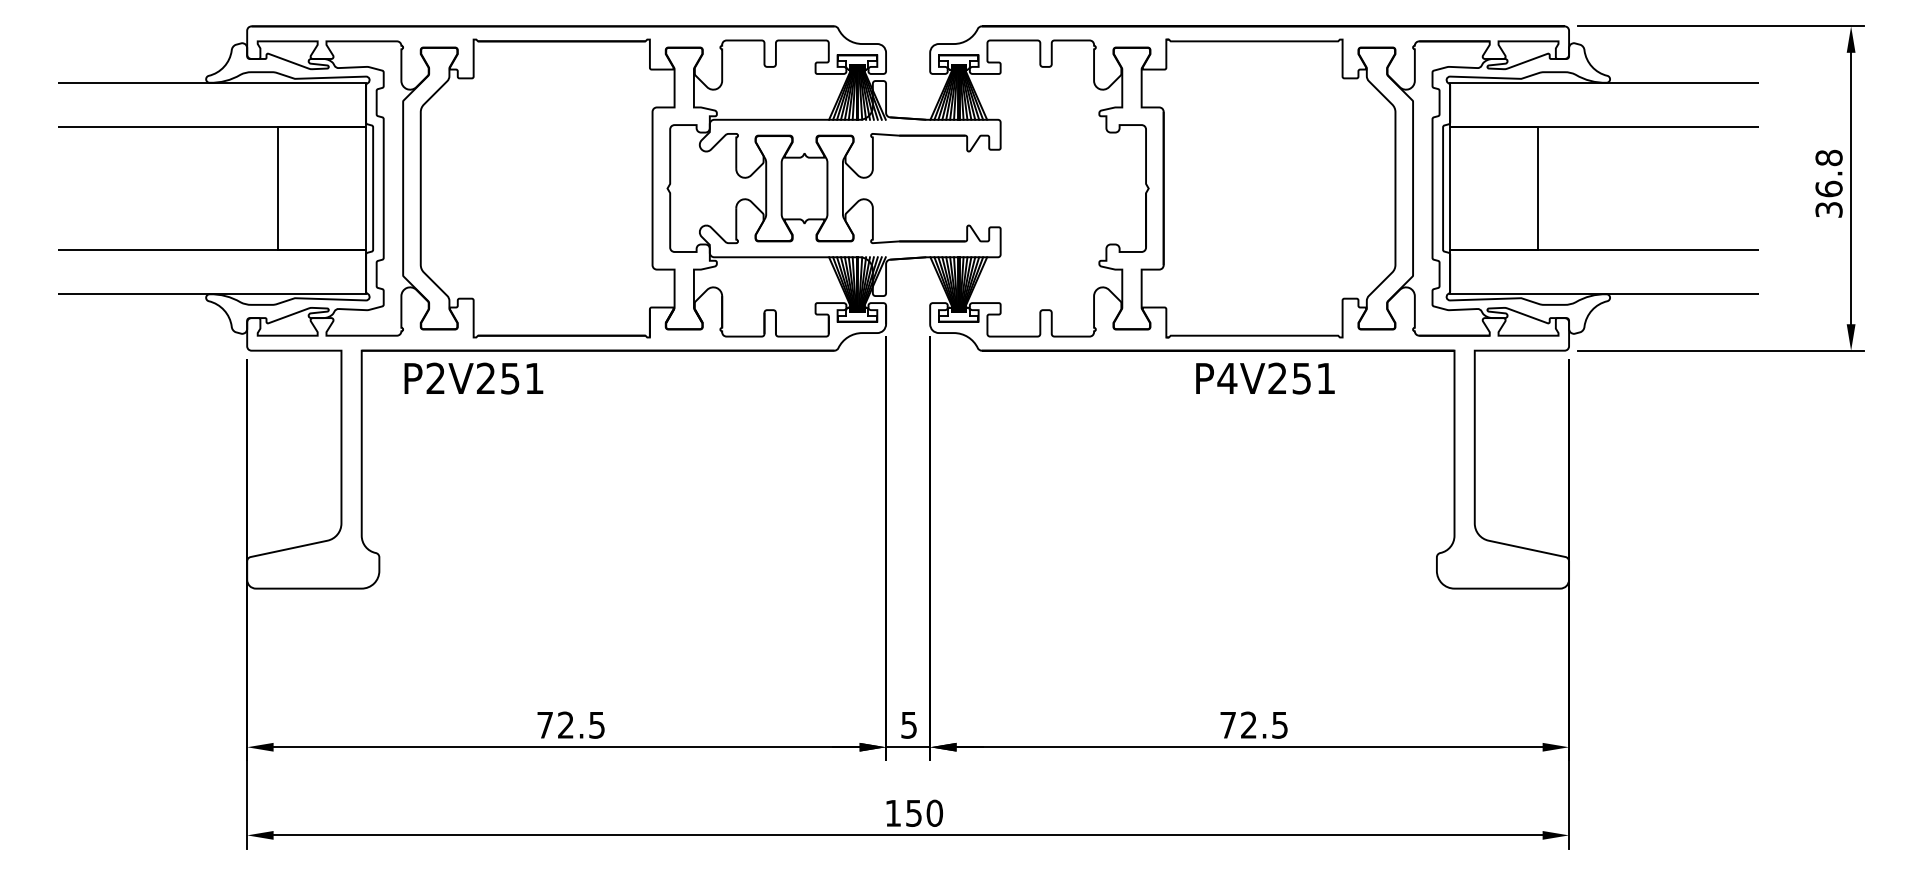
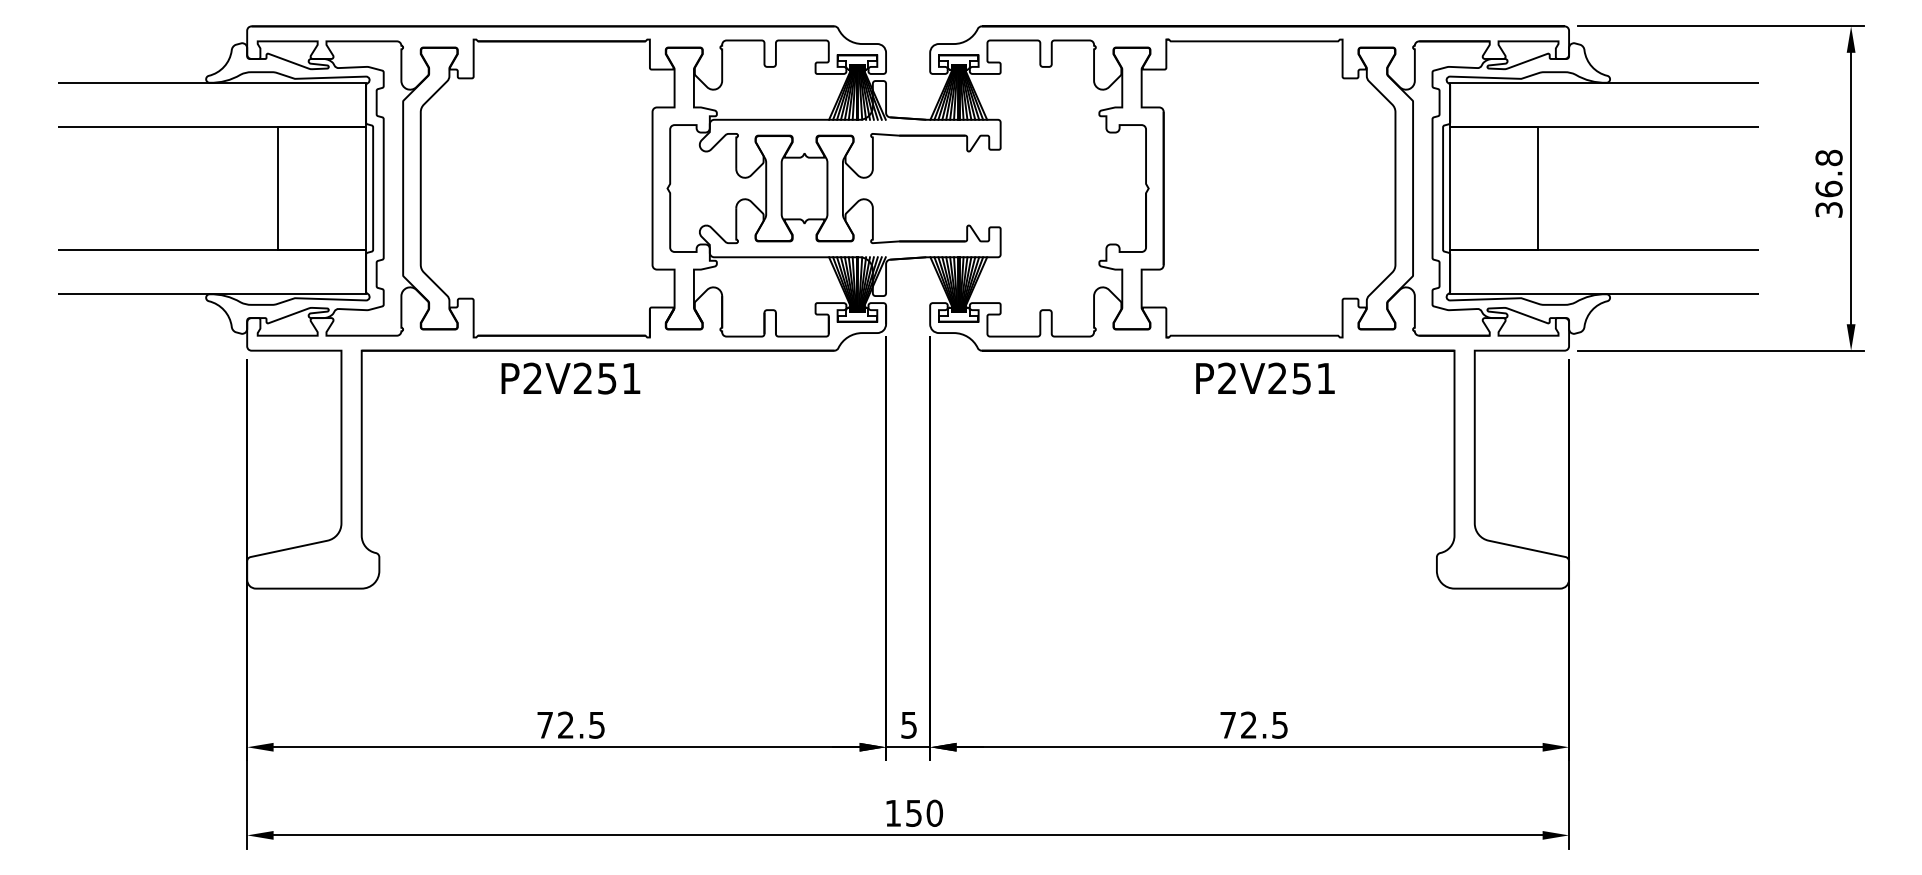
text at (1227, 377): P4V251 -> P2V251
text at (473, 378) position: (473, 378) -> (570, 378)
